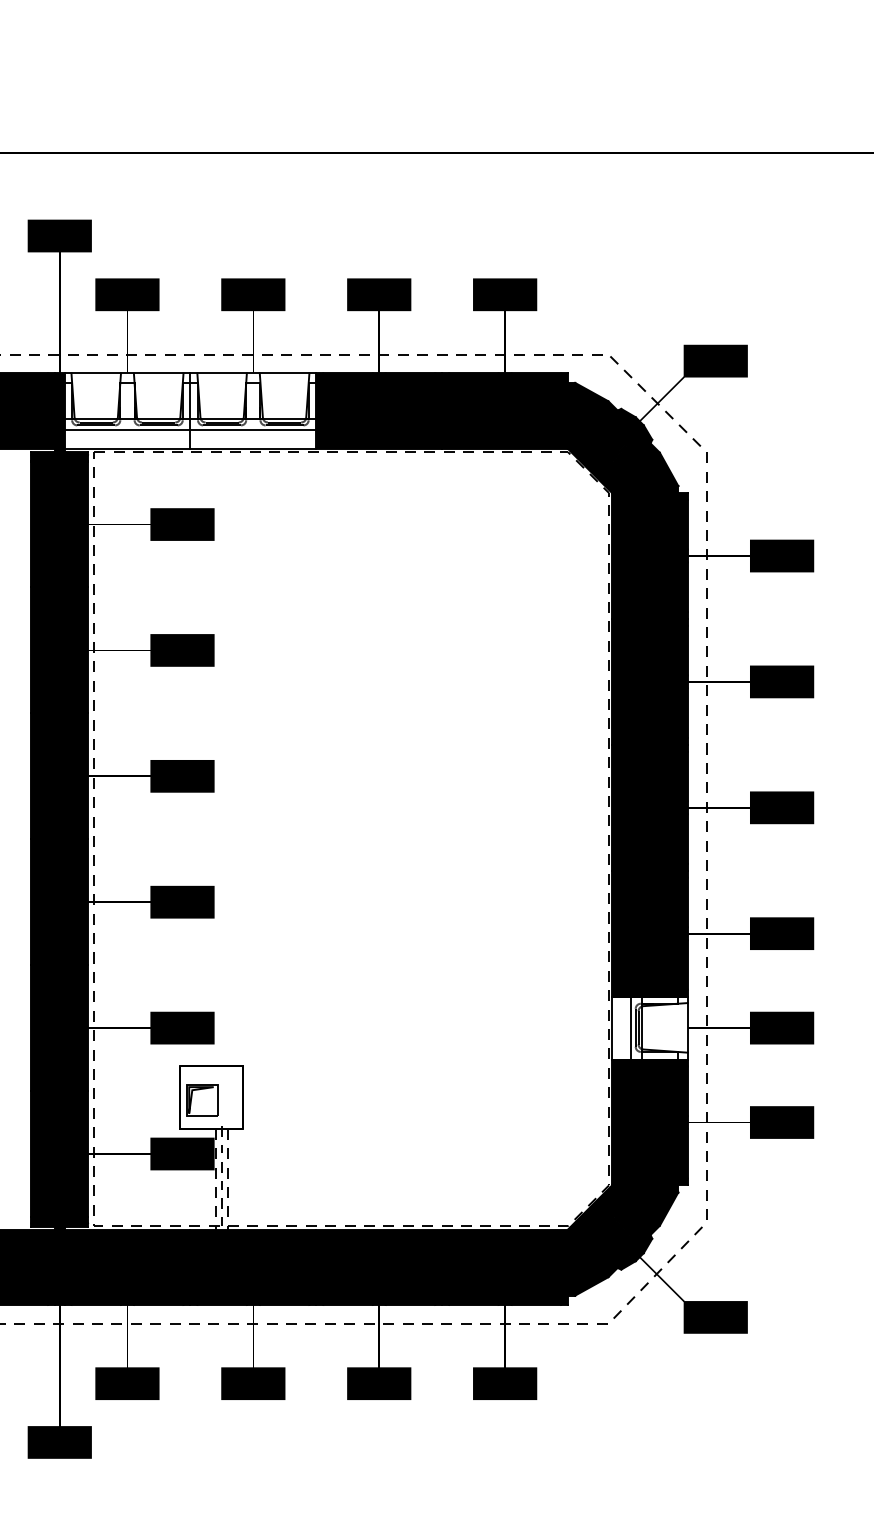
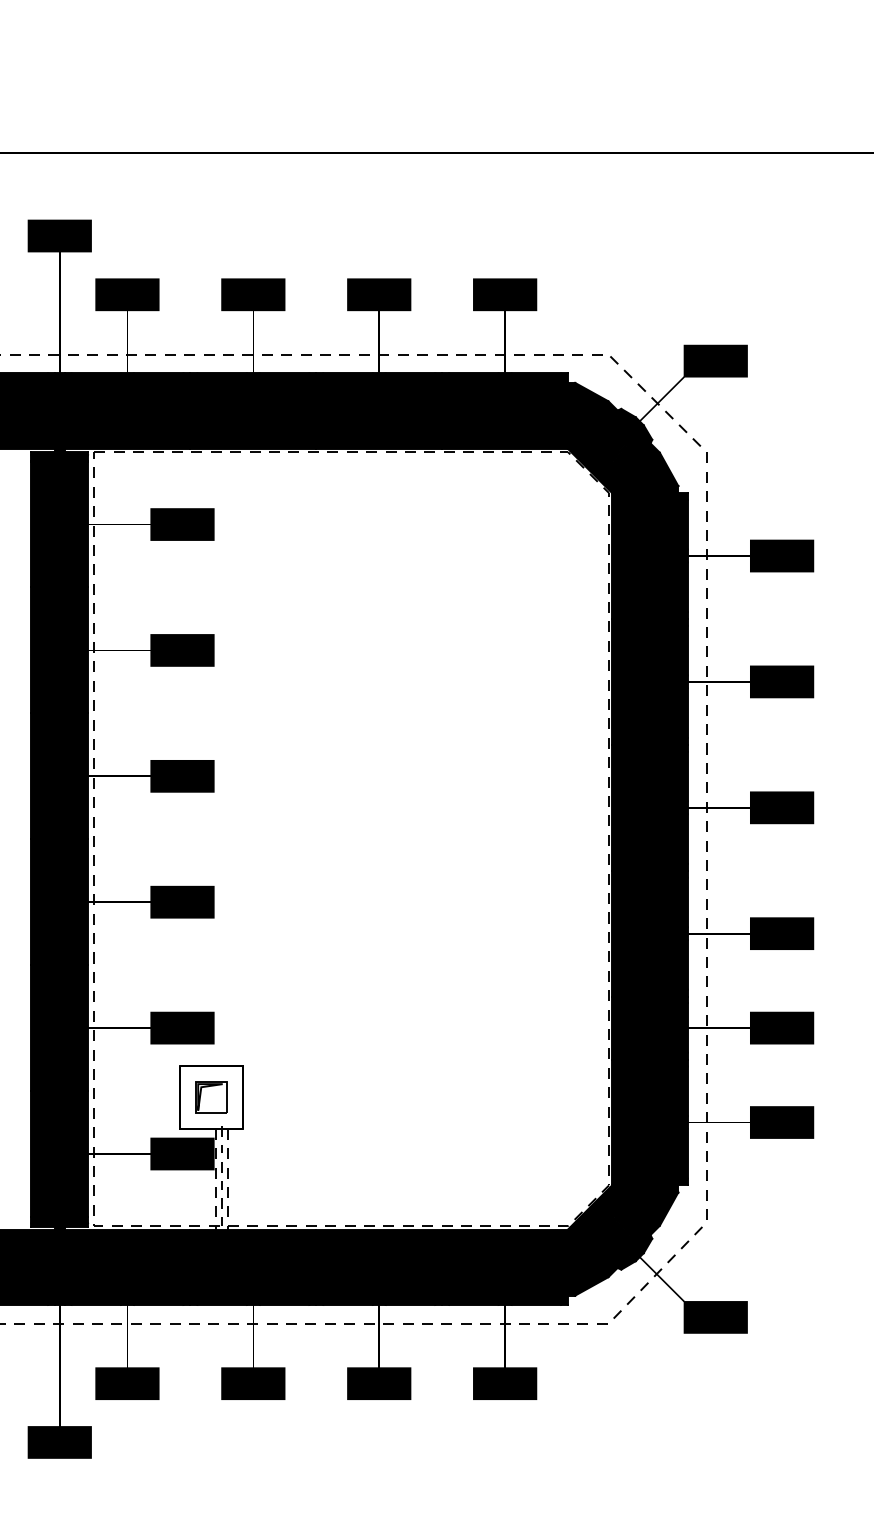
fill at (190, 410): none -> present
fill at (649, 1027): none -> present
part at (202, 1100) position: (202, 1100) -> (211, 1097)
